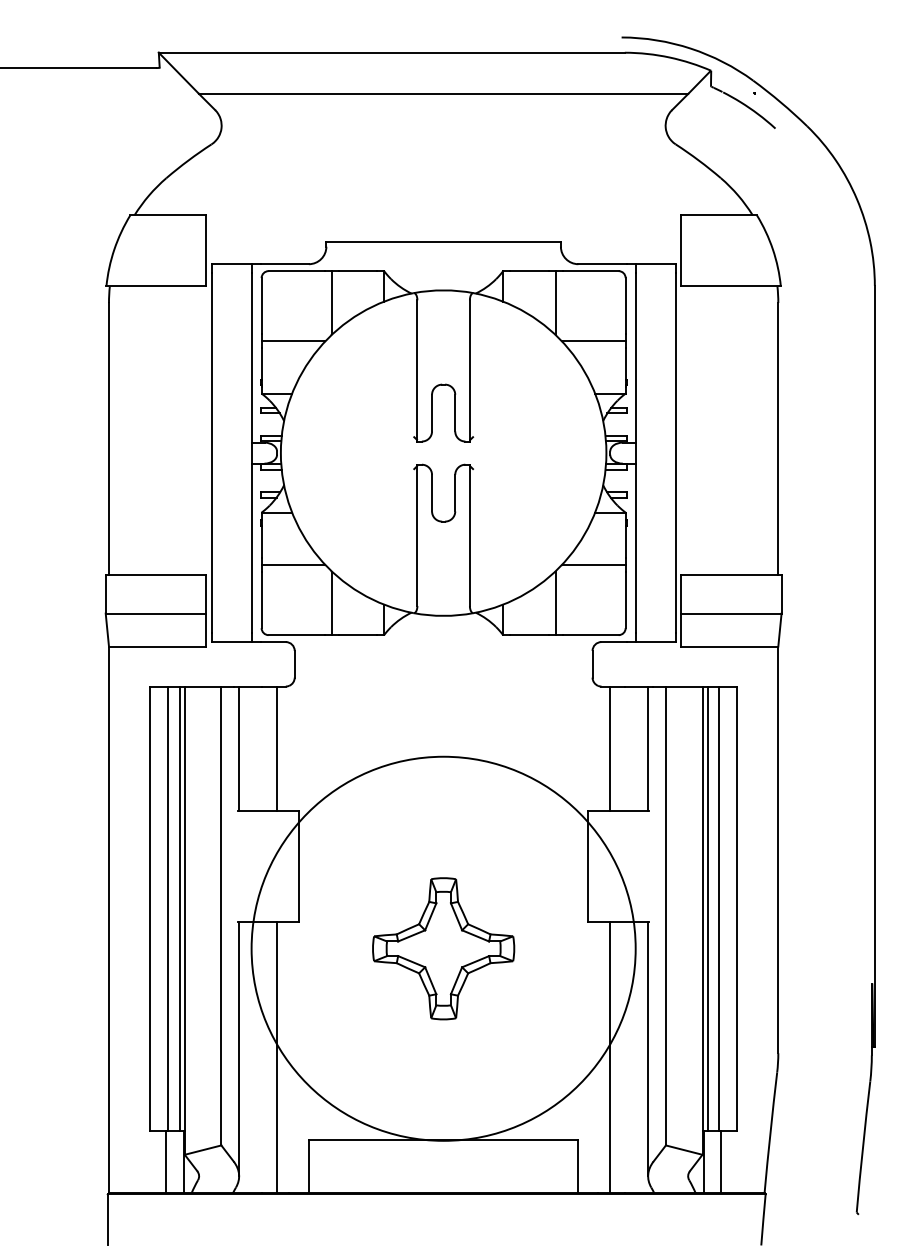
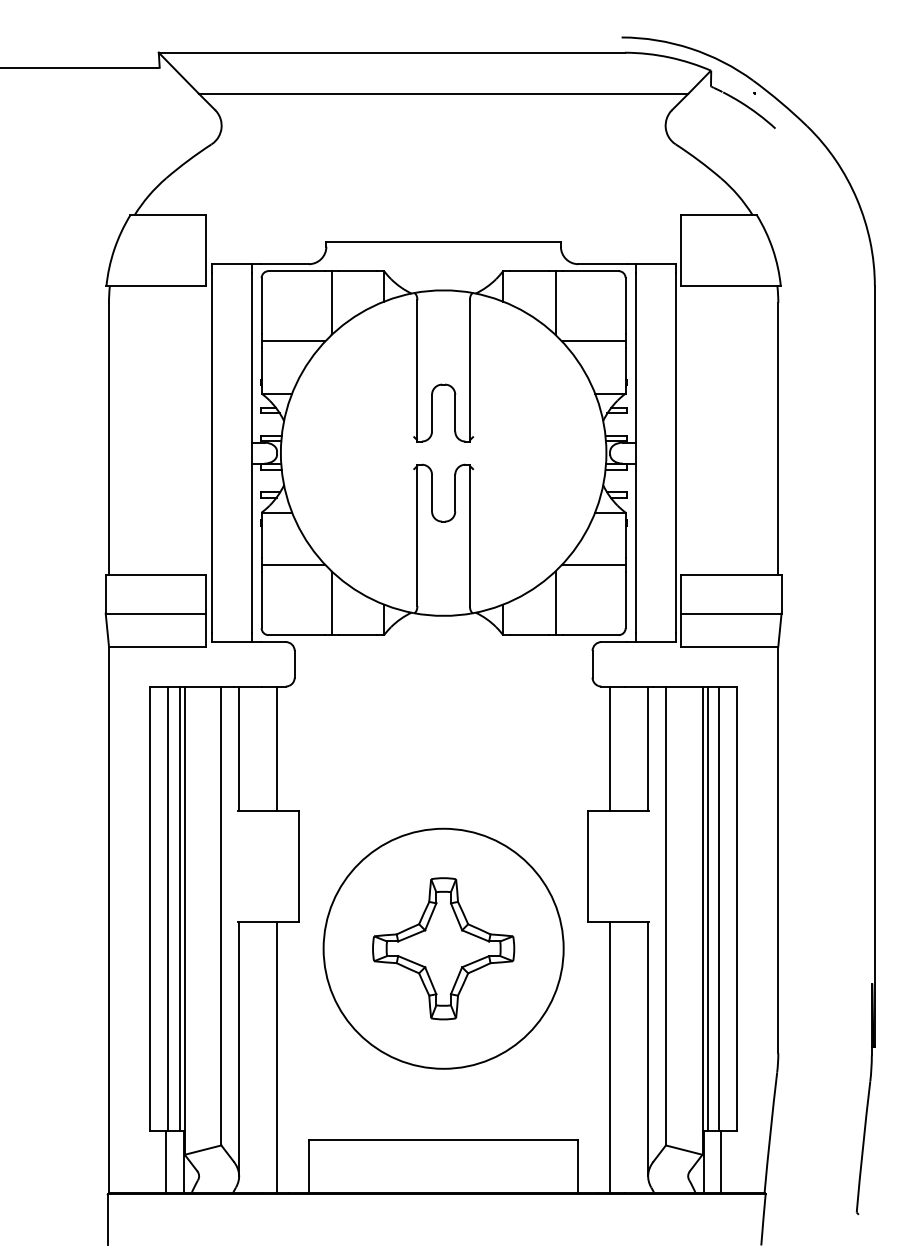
circle at (443, 948) diameter: 384 px -> 240 px
